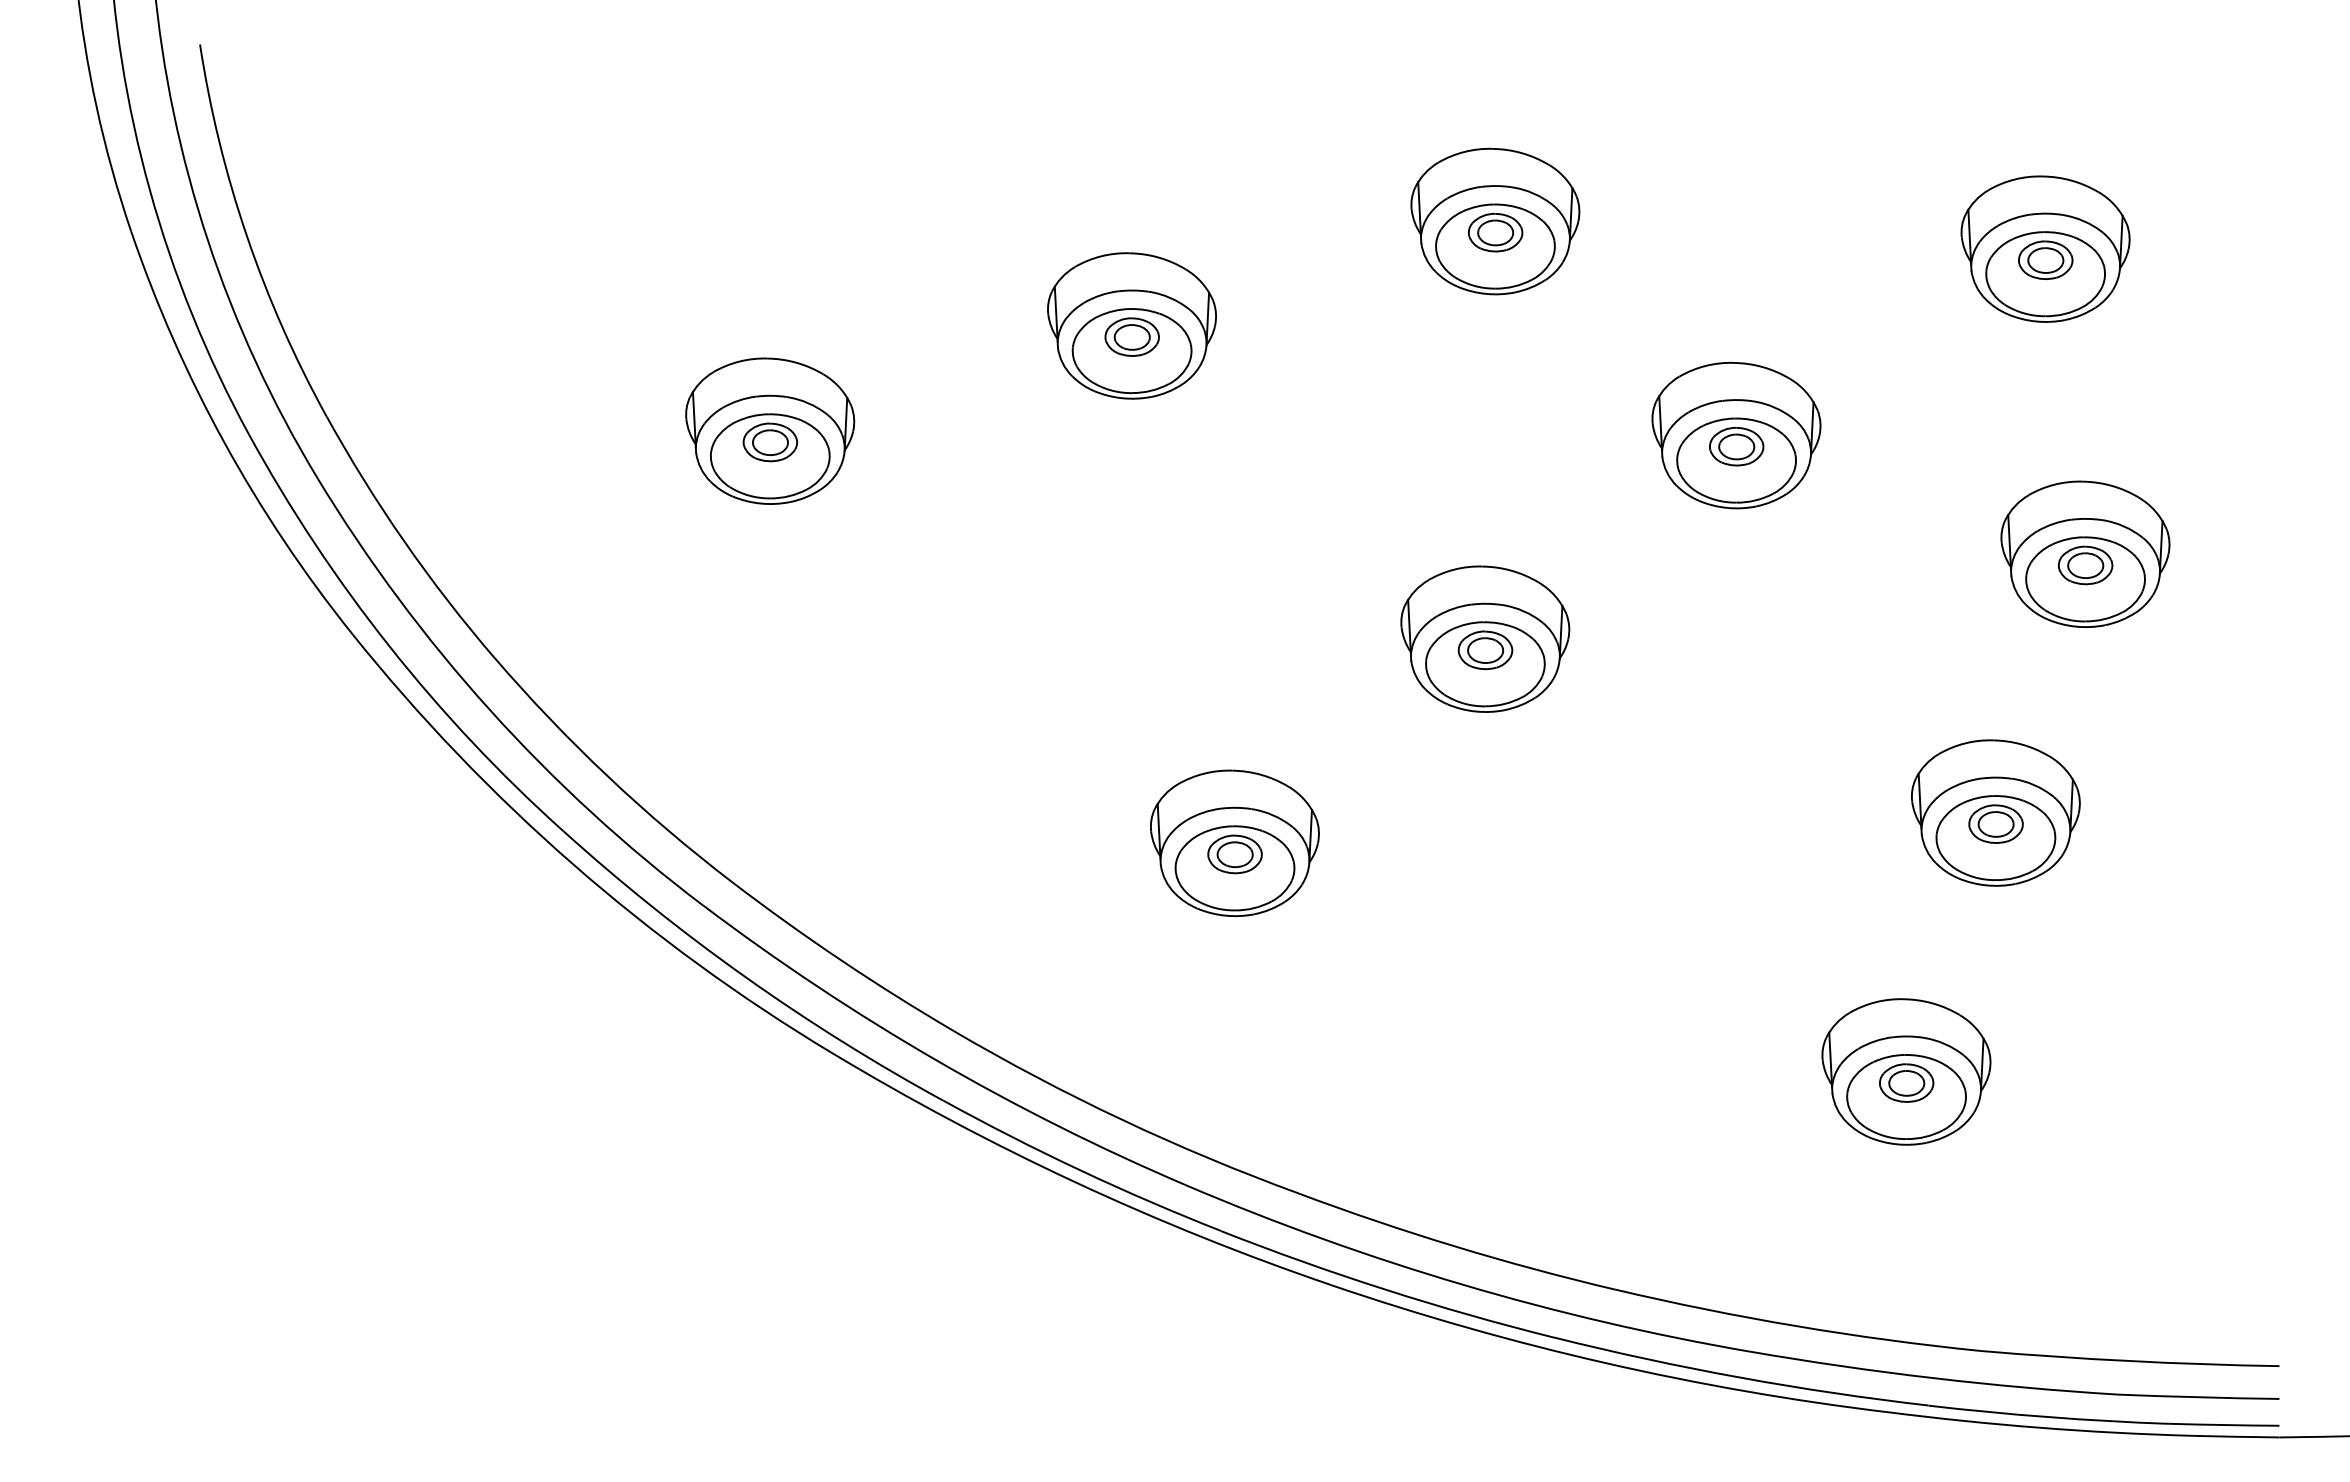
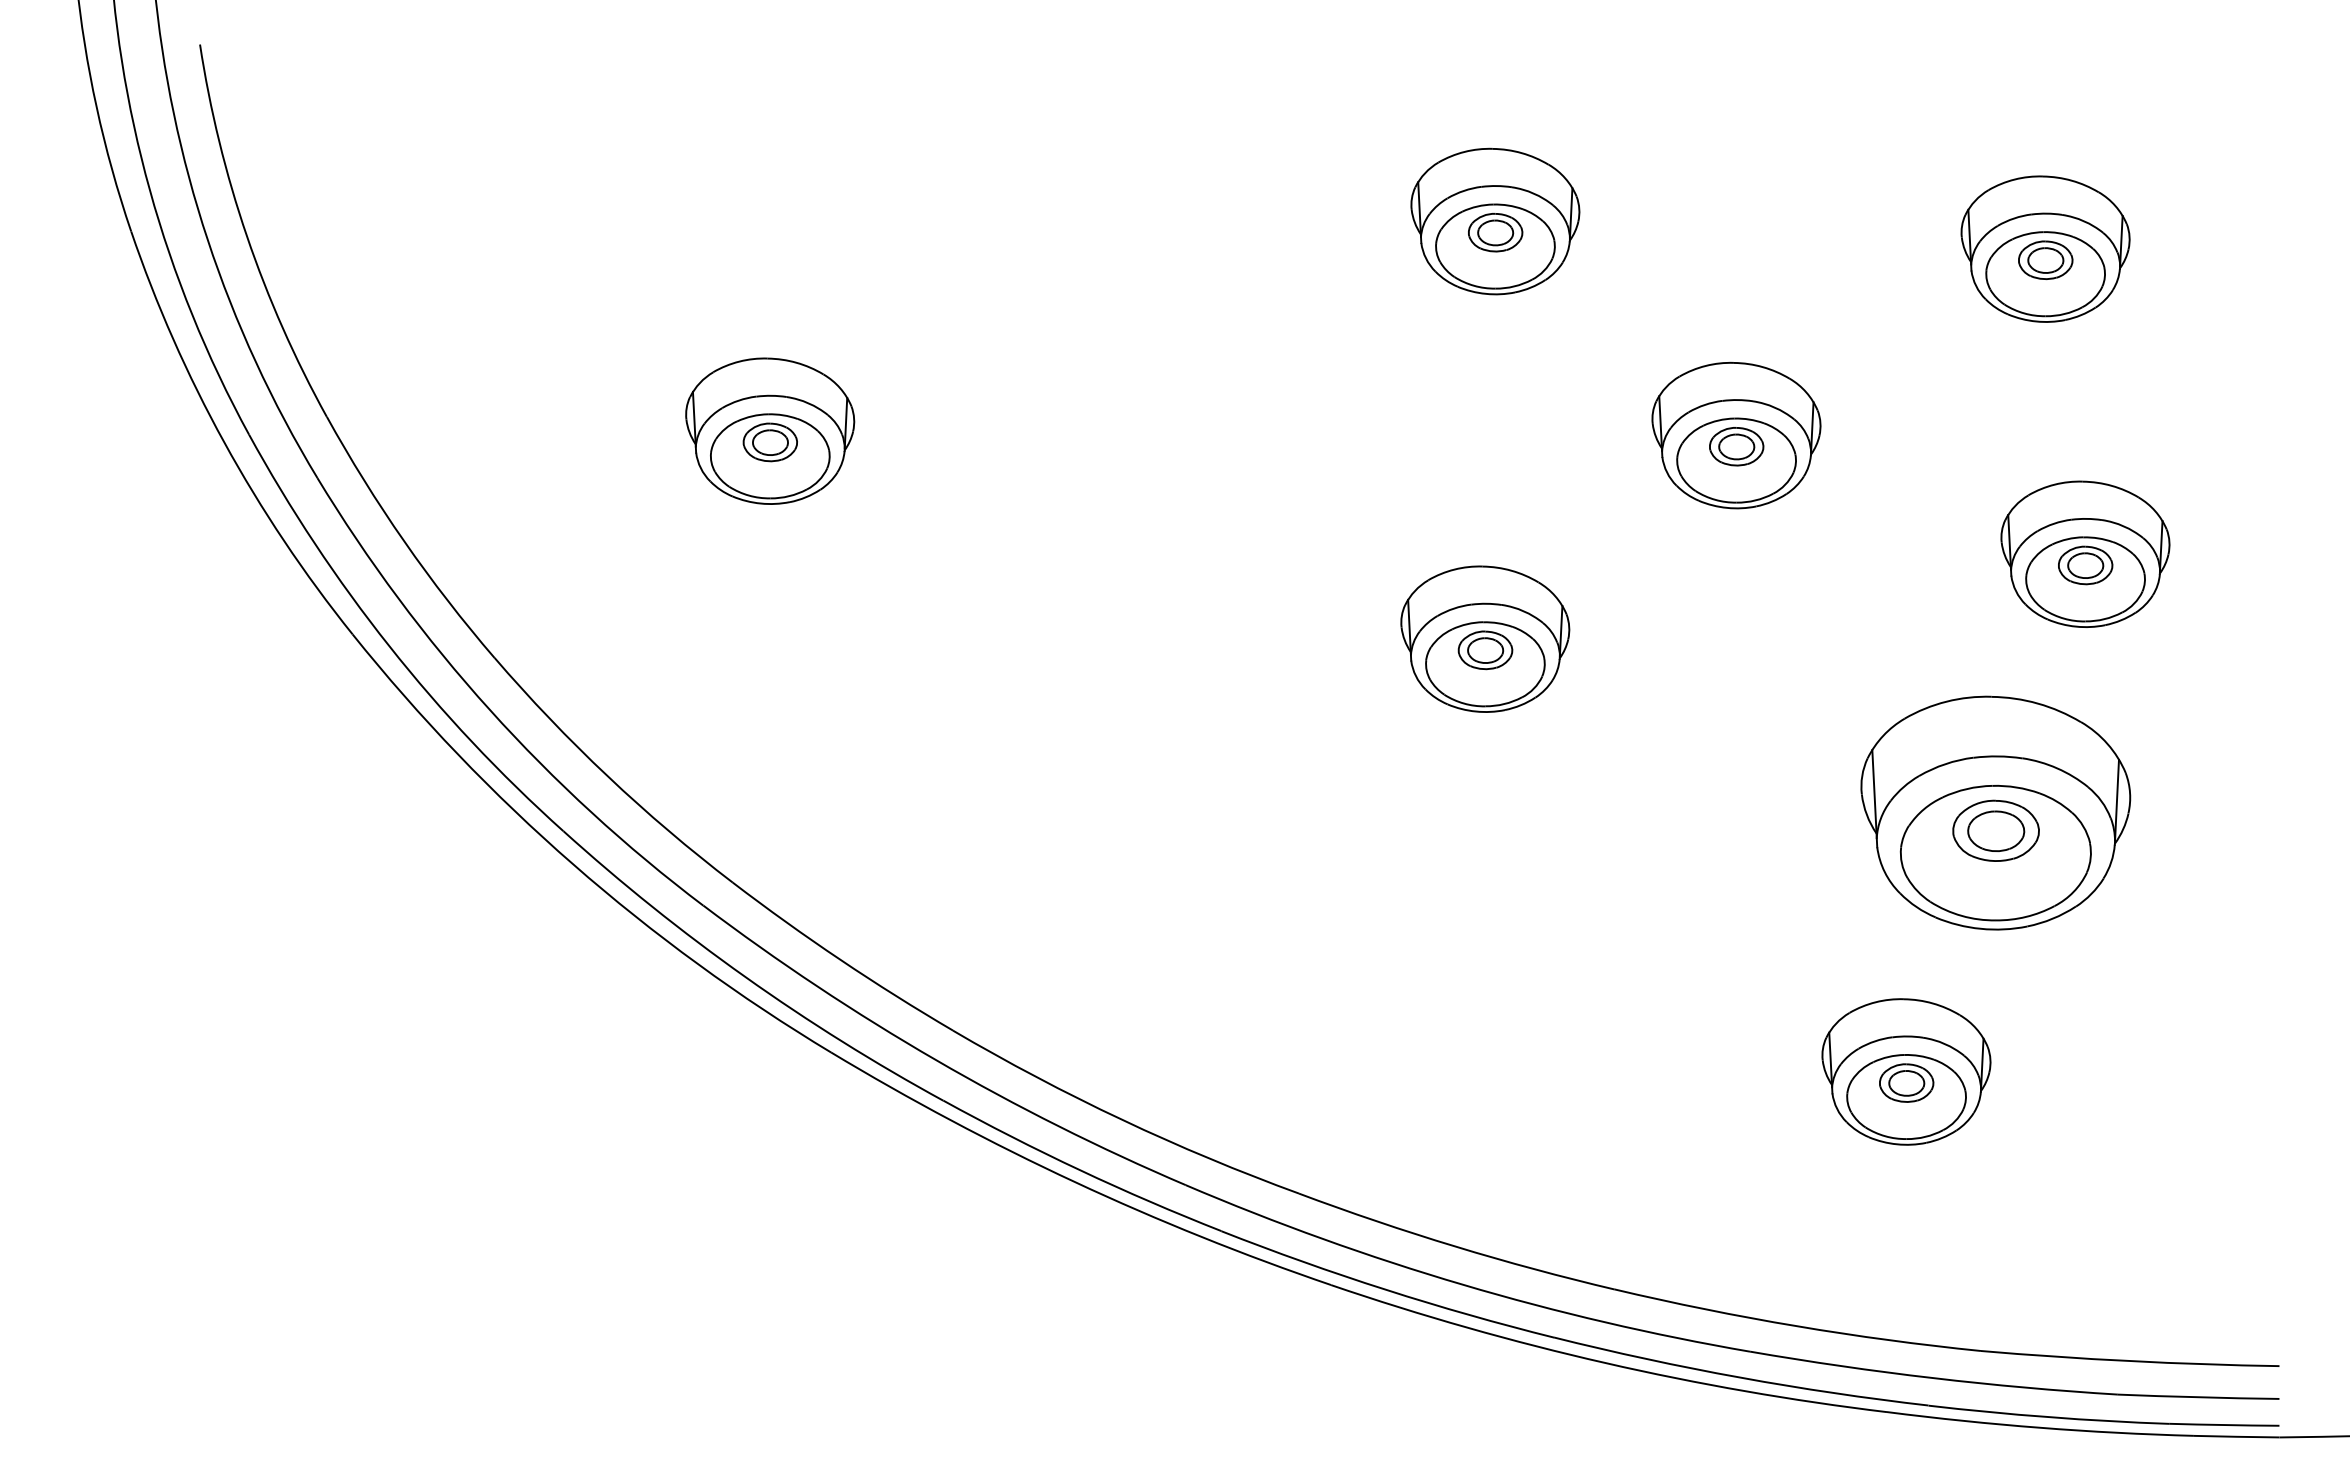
part at (1131, 325): present -> none
part at (1995, 812) size: 170x148 px -> 272x236 px
part at (1234, 842): present -> none
